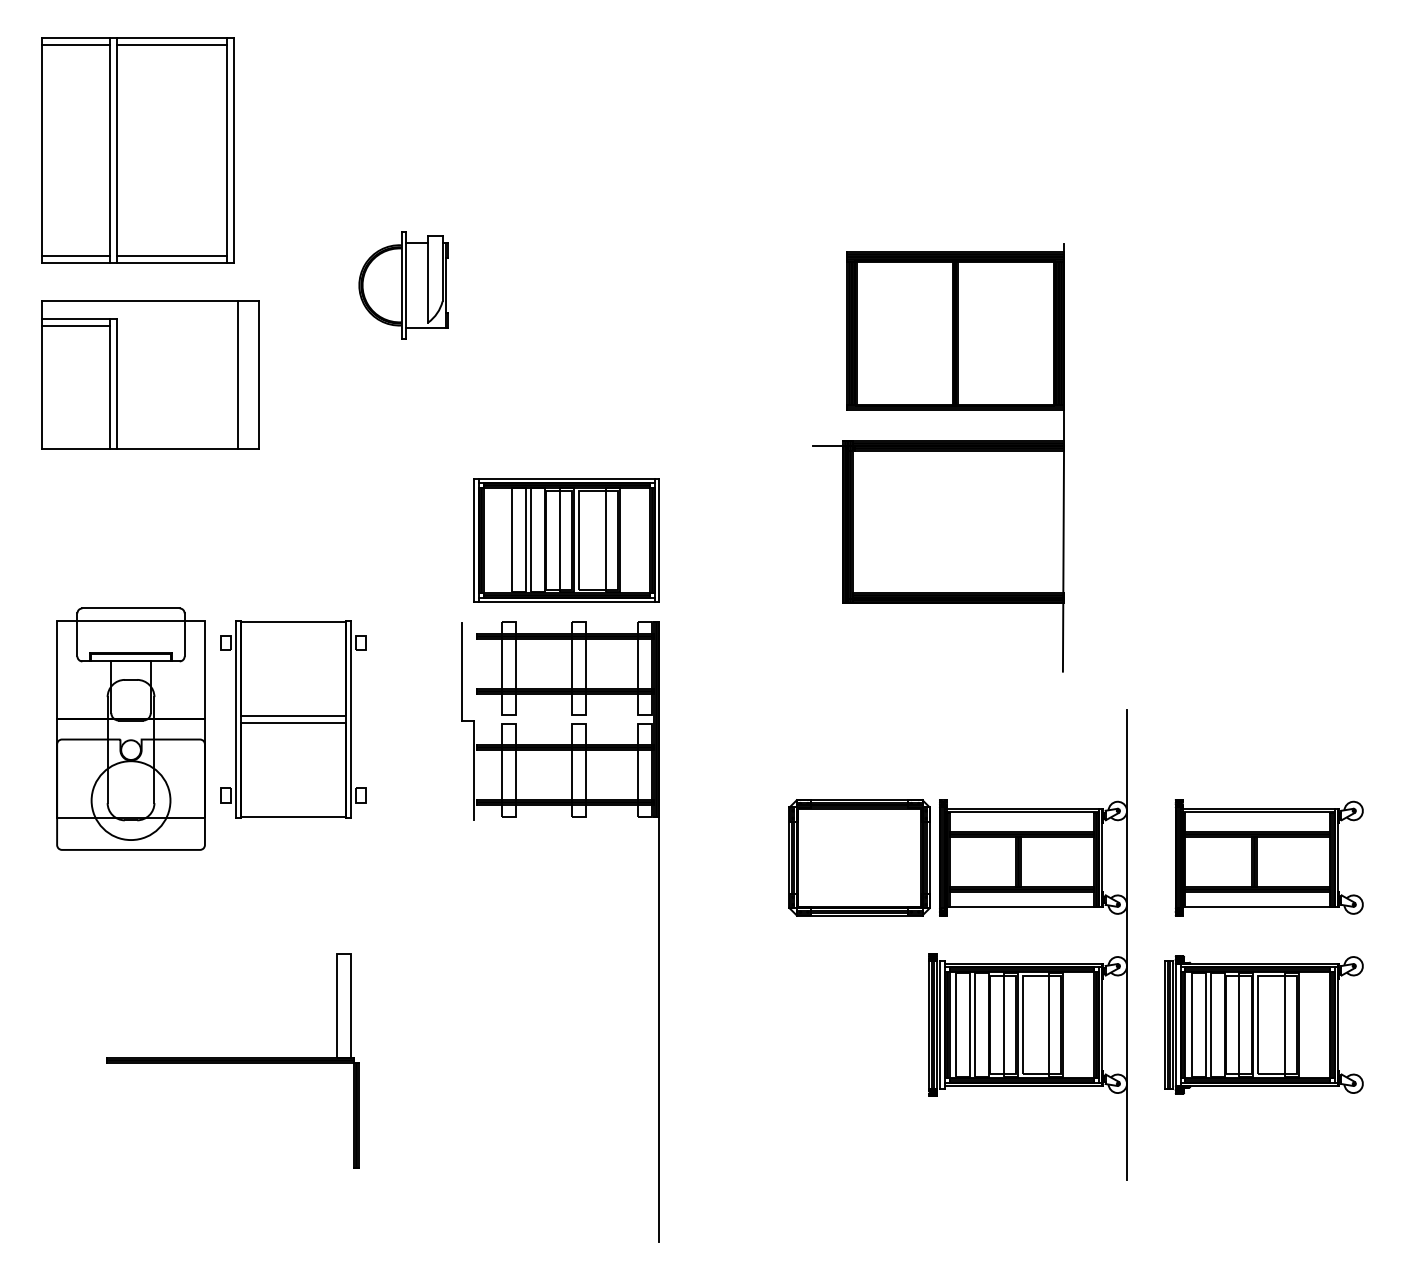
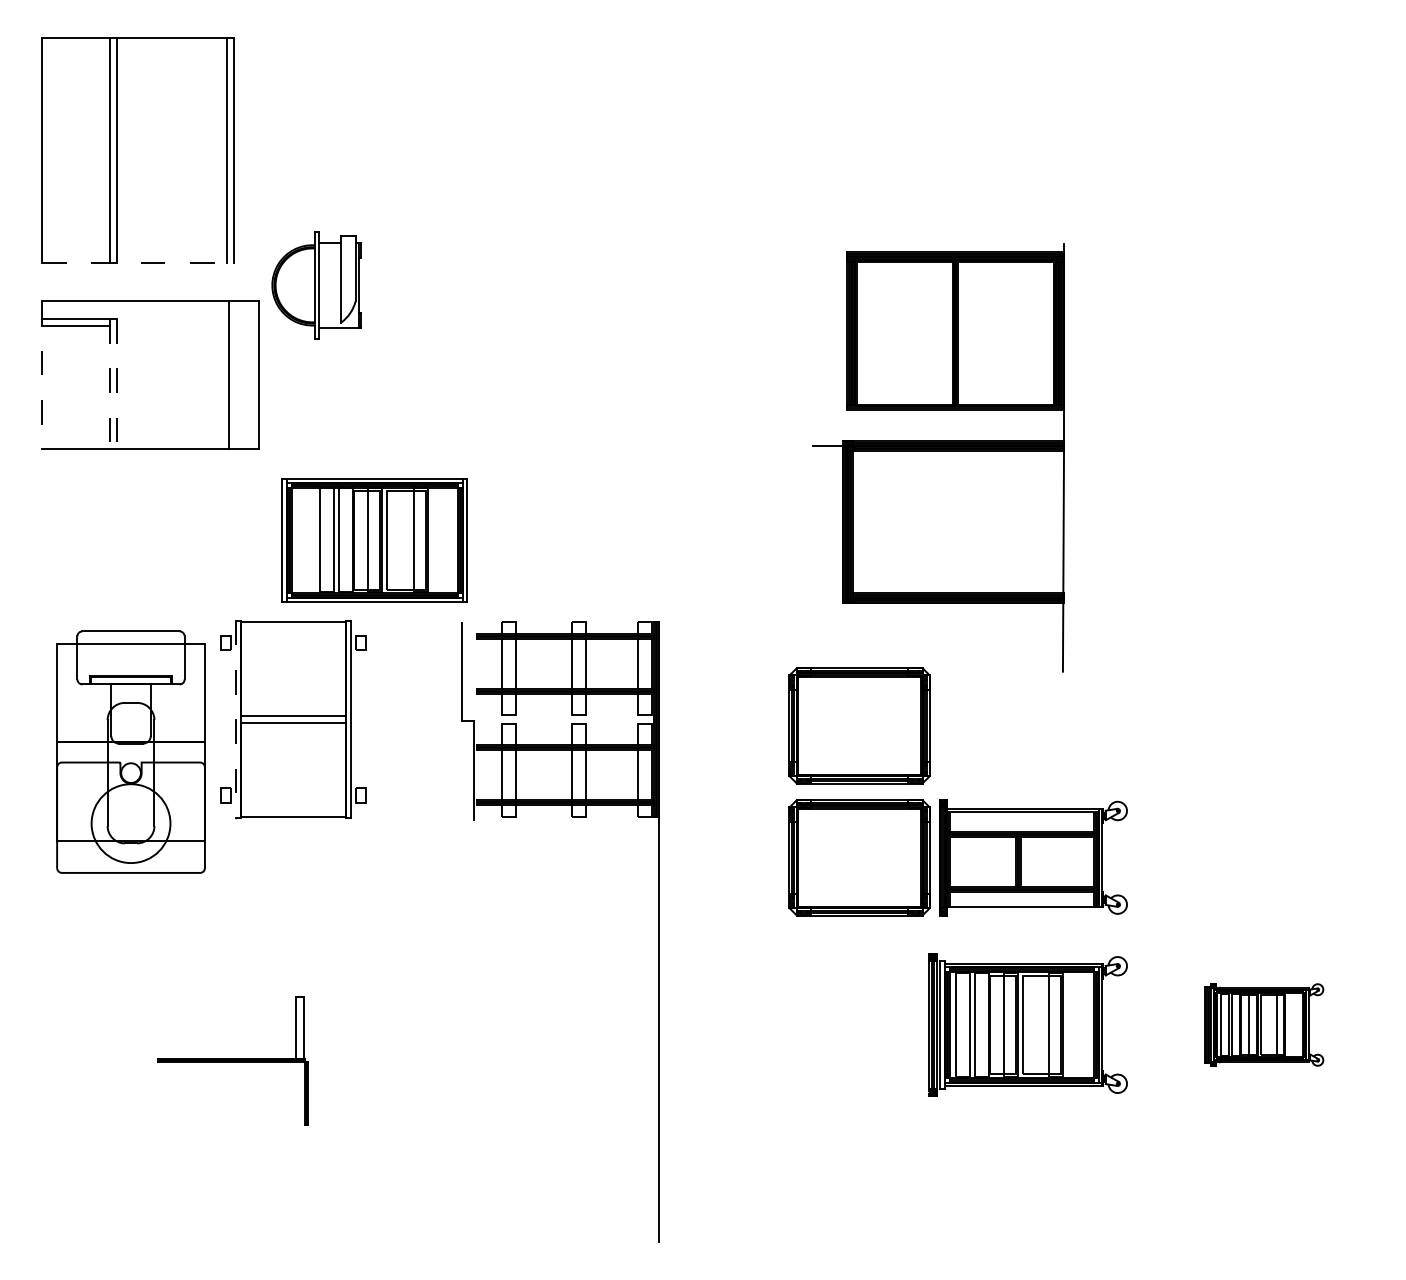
line at (75, 45): present -> none
line at (171, 45): present -> none
line at (75, 255): present -> none
line at (171, 255): present -> none
line at (138, 262): solid -> dashed
part at (403, 285) position: (403, 285) -> (316, 285)
line at (42, 375): solid -> dashed
line at (238, 375) position: (238, 375) -> (229, 375)
line at (109, 384): solid -> dashed
line at (116, 384): solid -> dashed
part at (566, 540) position: (566, 540) -> (374, 540)
line at (236, 719): solid -> dashed
part at (859, 725): none -> present
part at (130, 728) position: (130, 728) -> (130, 751)
part at (1268, 857): present -> none
line at (1127, 945): present -> none
part at (1263, 1024) size: 200x140 px -> 121x84 px
part at (232, 1060) size: 254x216 px -> 152x130 px
